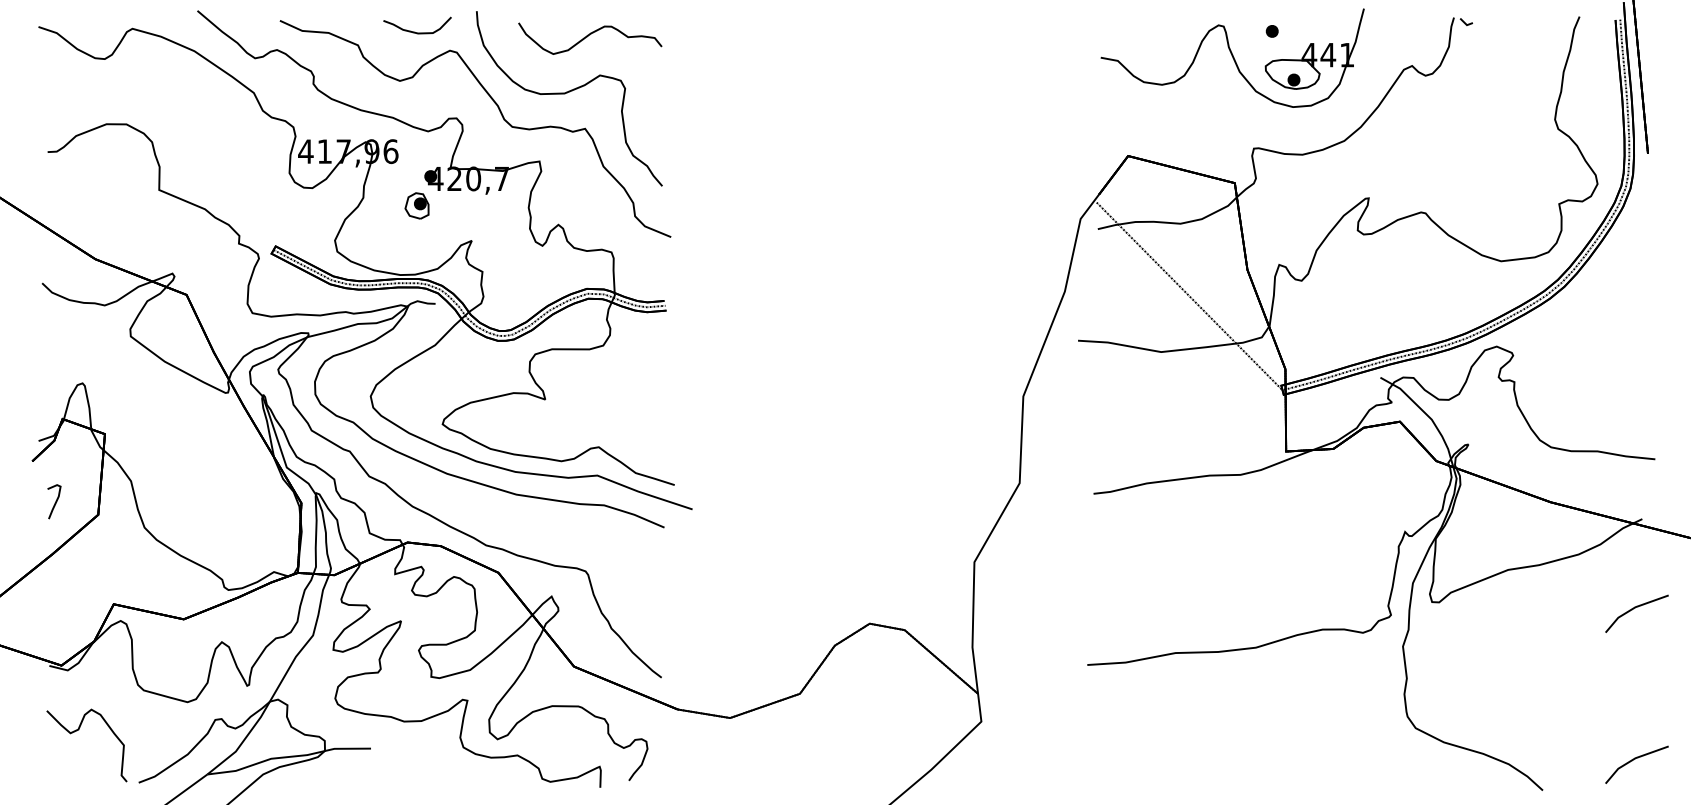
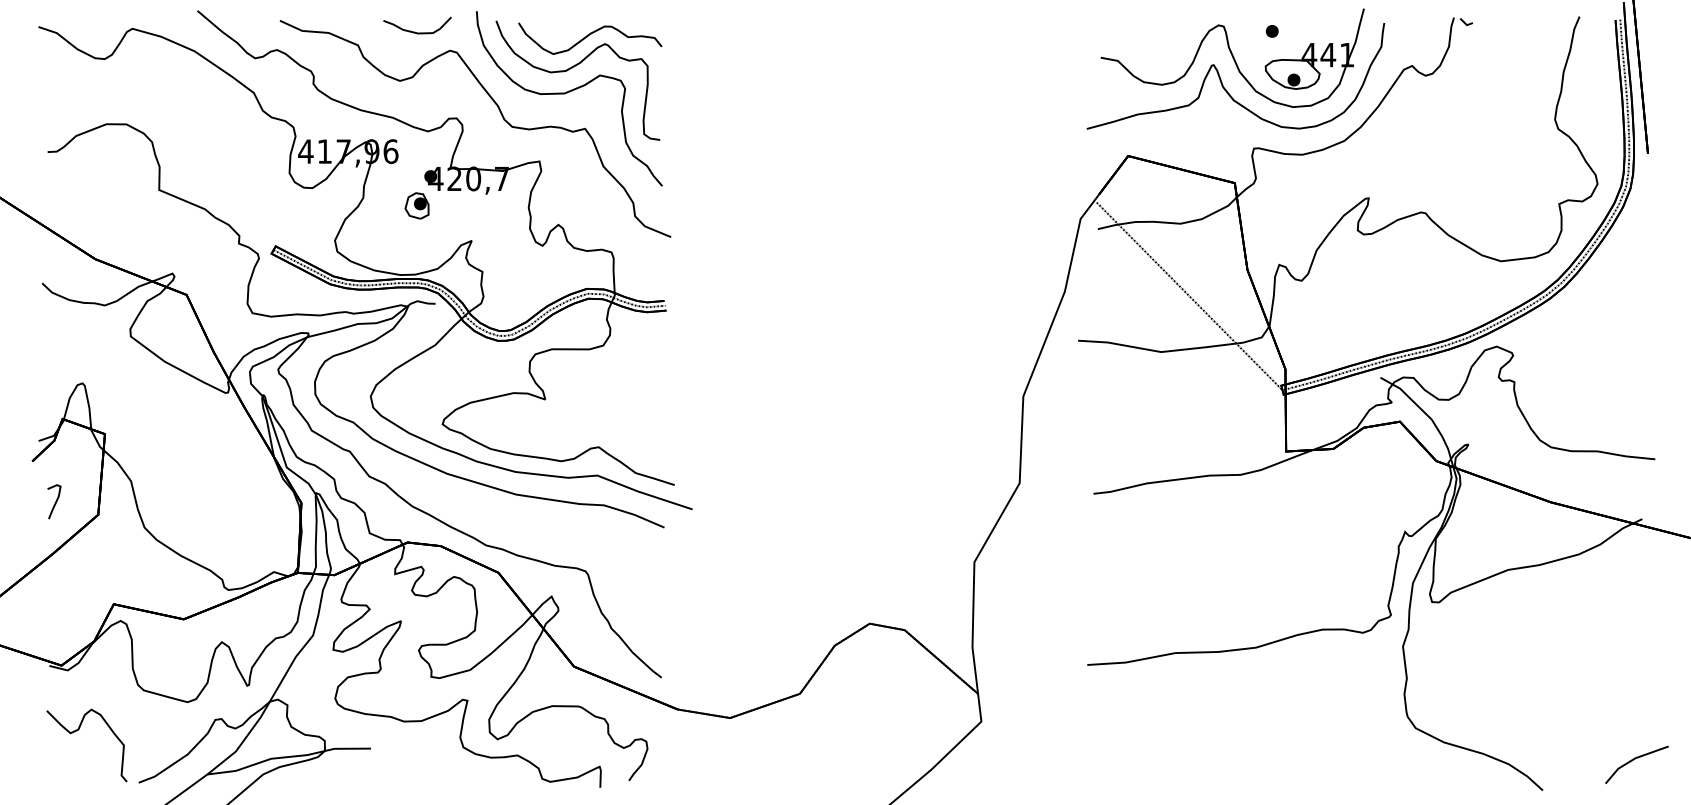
part at (572, 68): none -> present
part at (1221, 79): none -> present
part at (1636, 613): present -> none
